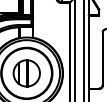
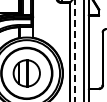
line at (74, 51): solid -> dashed
